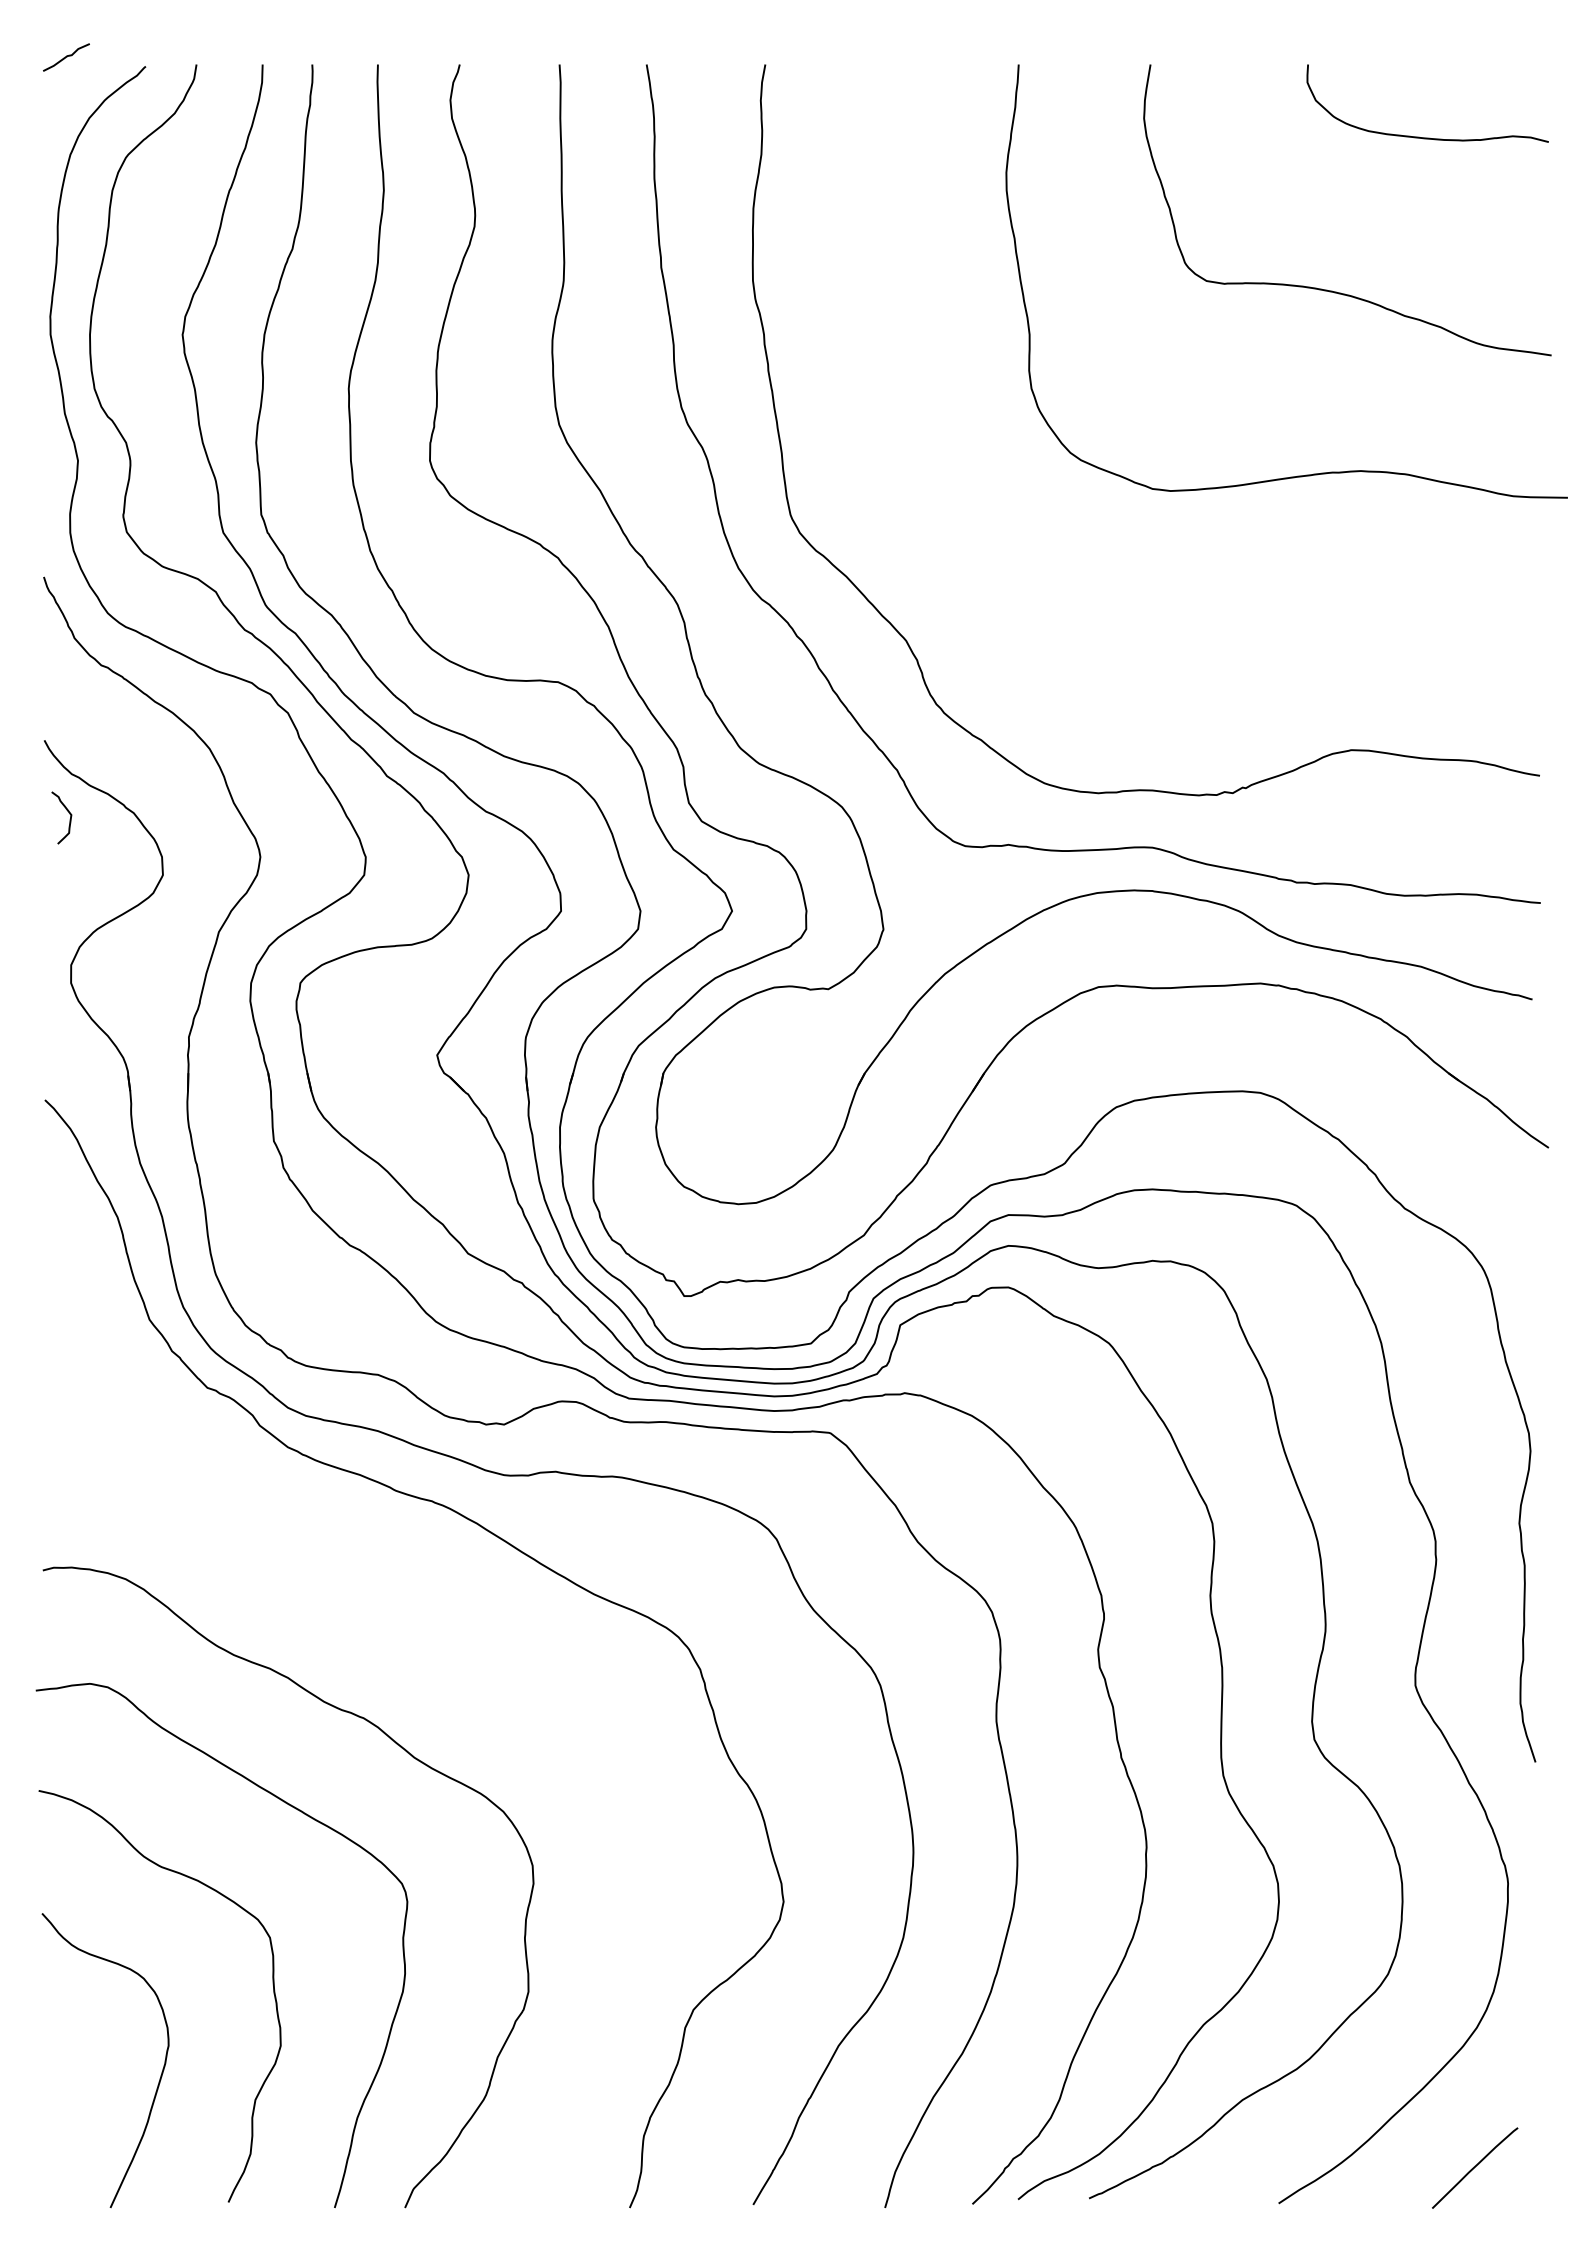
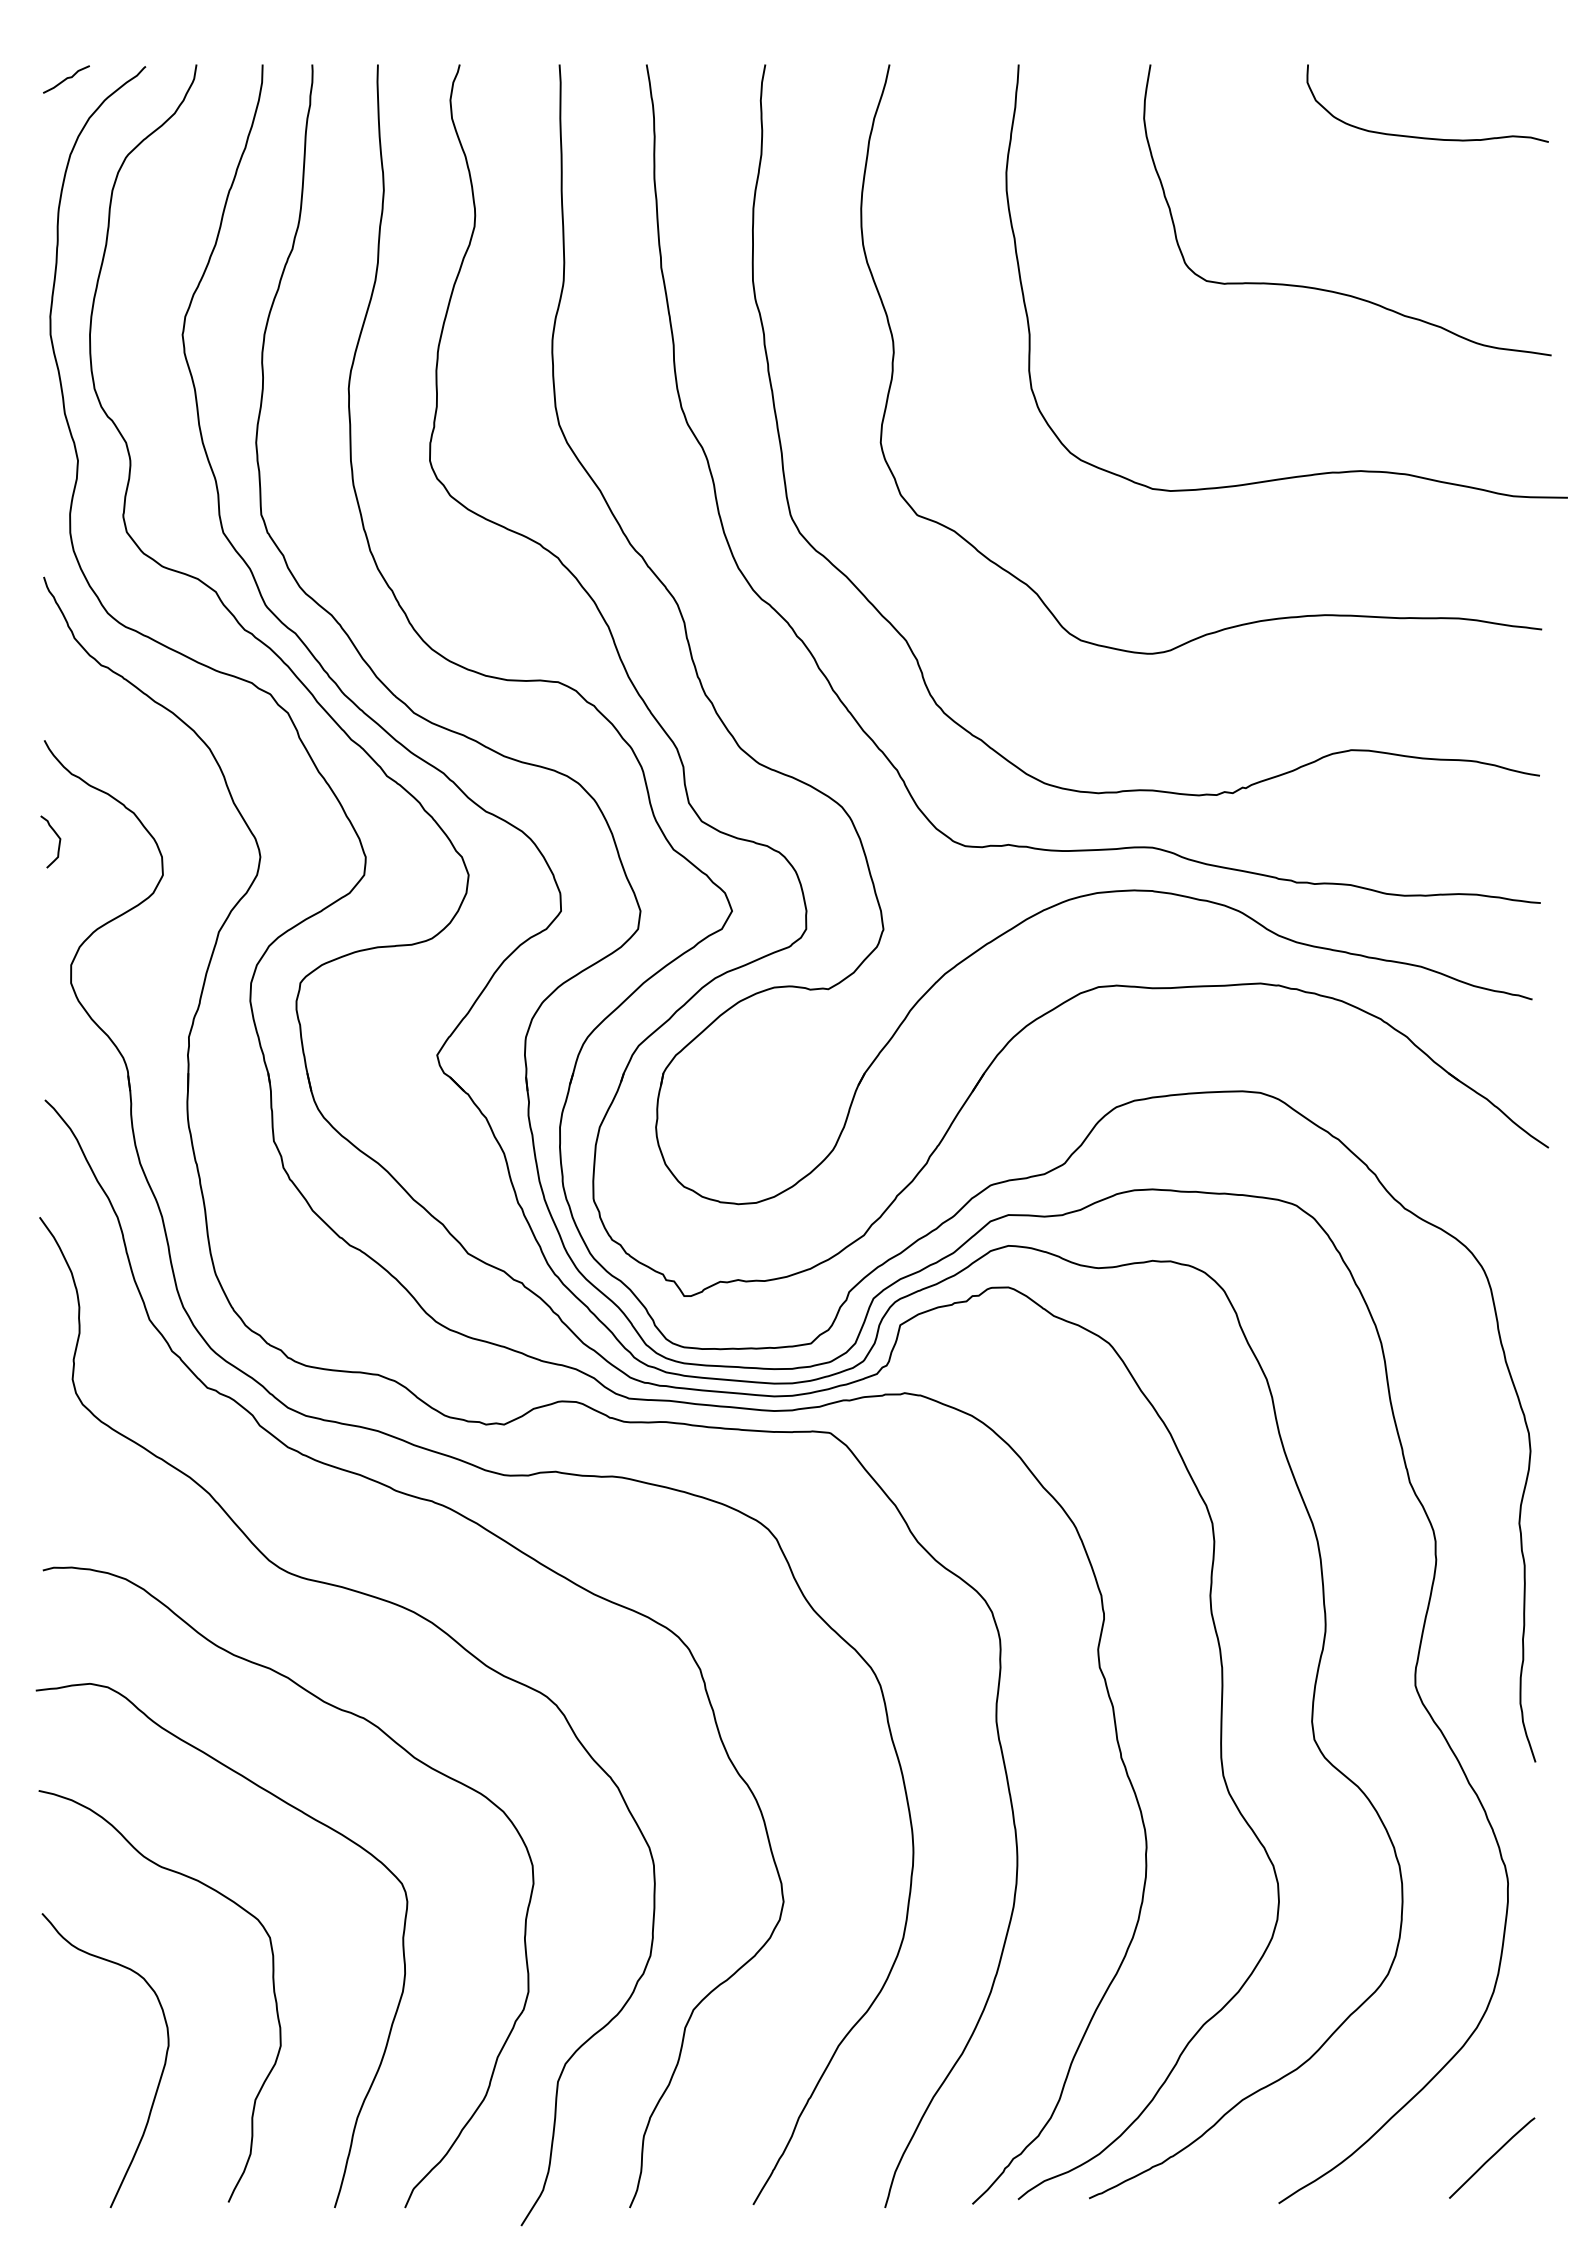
curve at (66, 57) position: (66, 57) -> (66, 79)
curve at (1252, 621): none -> present
curve at (69, 819) position: (69, 819) -> (58, 843)
curve at (392, 1604): none -> present
curve at (1475, 2167) position: (1475, 2167) -> (1492, 2157)
